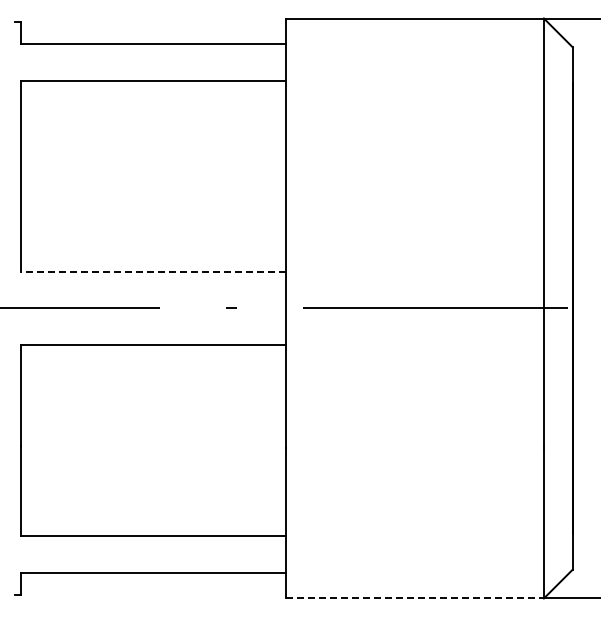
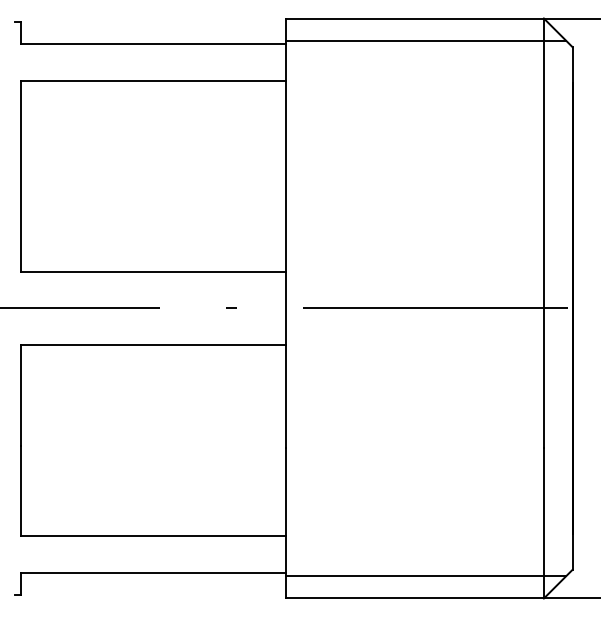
line at (425, 40): none -> present
line at (153, 271): dashed -> solid
line at (425, 576): none -> present
line at (415, 598): dashed -> solid
